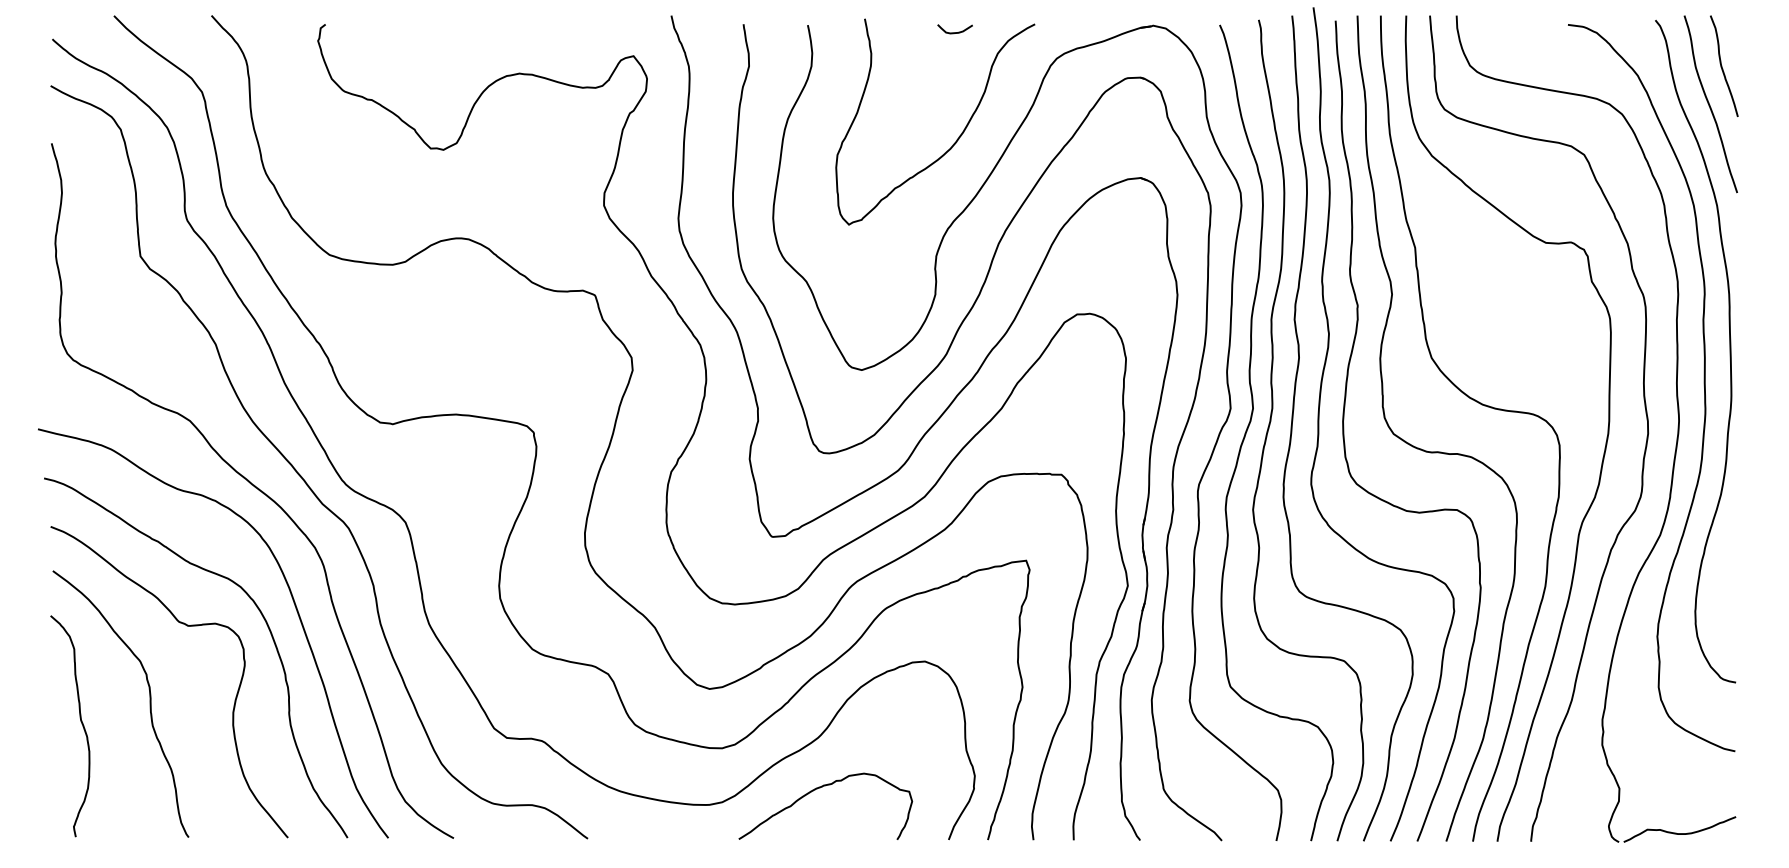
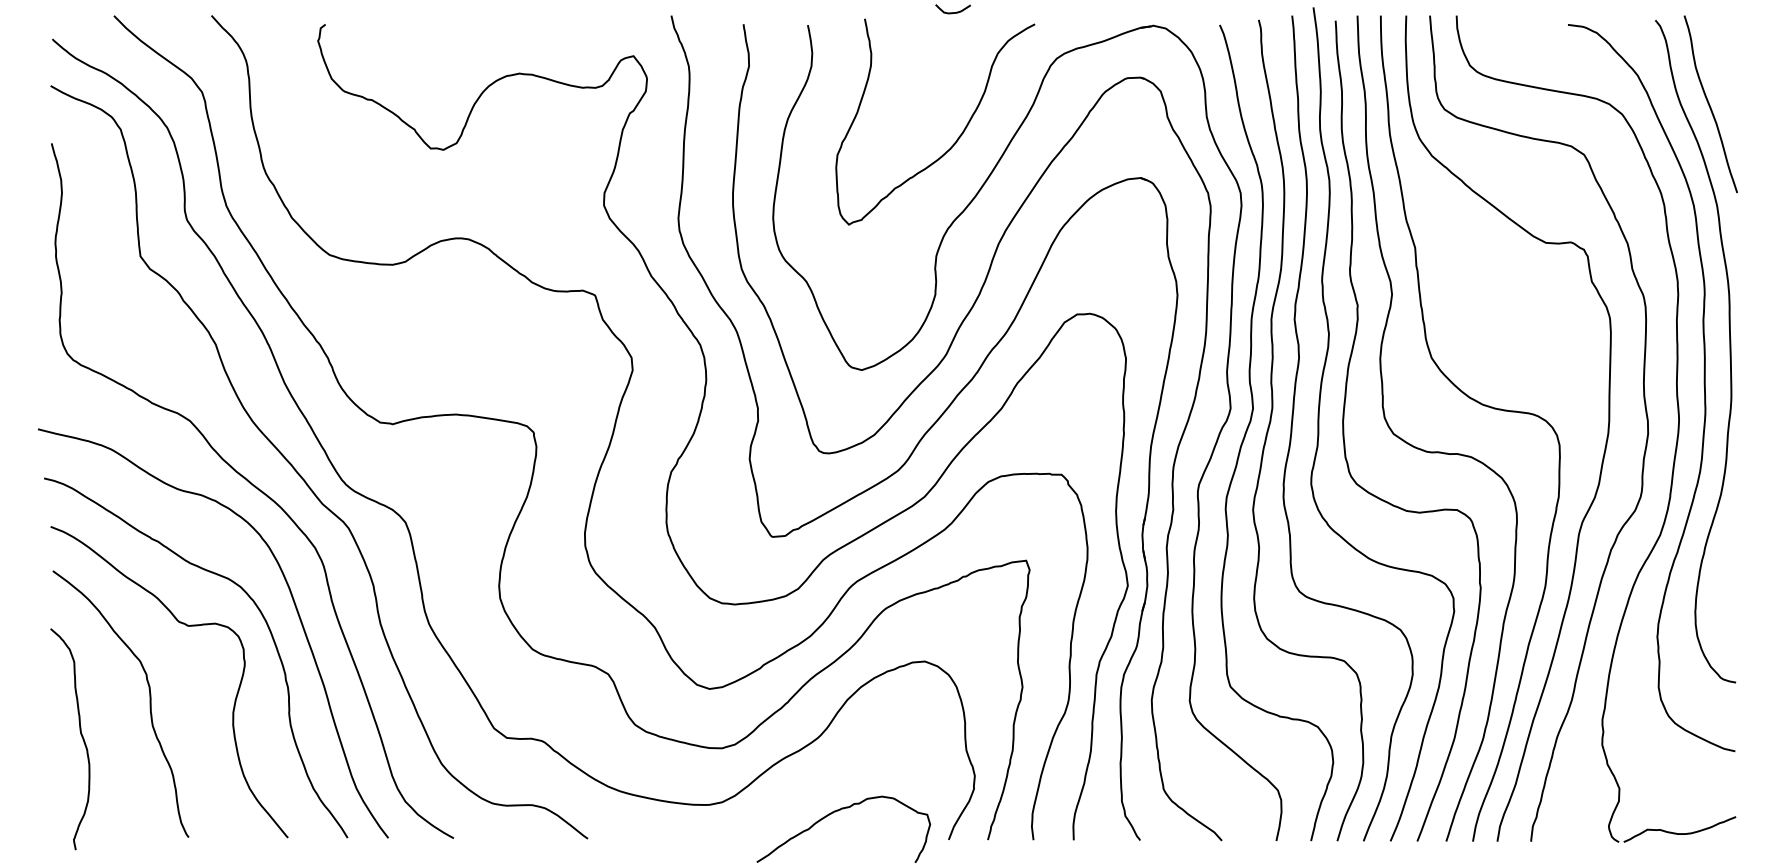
curve at (954, 32) position: (954, 32) -> (952, 12)
curve at (1722, 65): present -> none
curve at (80, 721) position: (80, 721) -> (80, 734)
curve at (820, 788) position: (820, 788) -> (838, 811)
